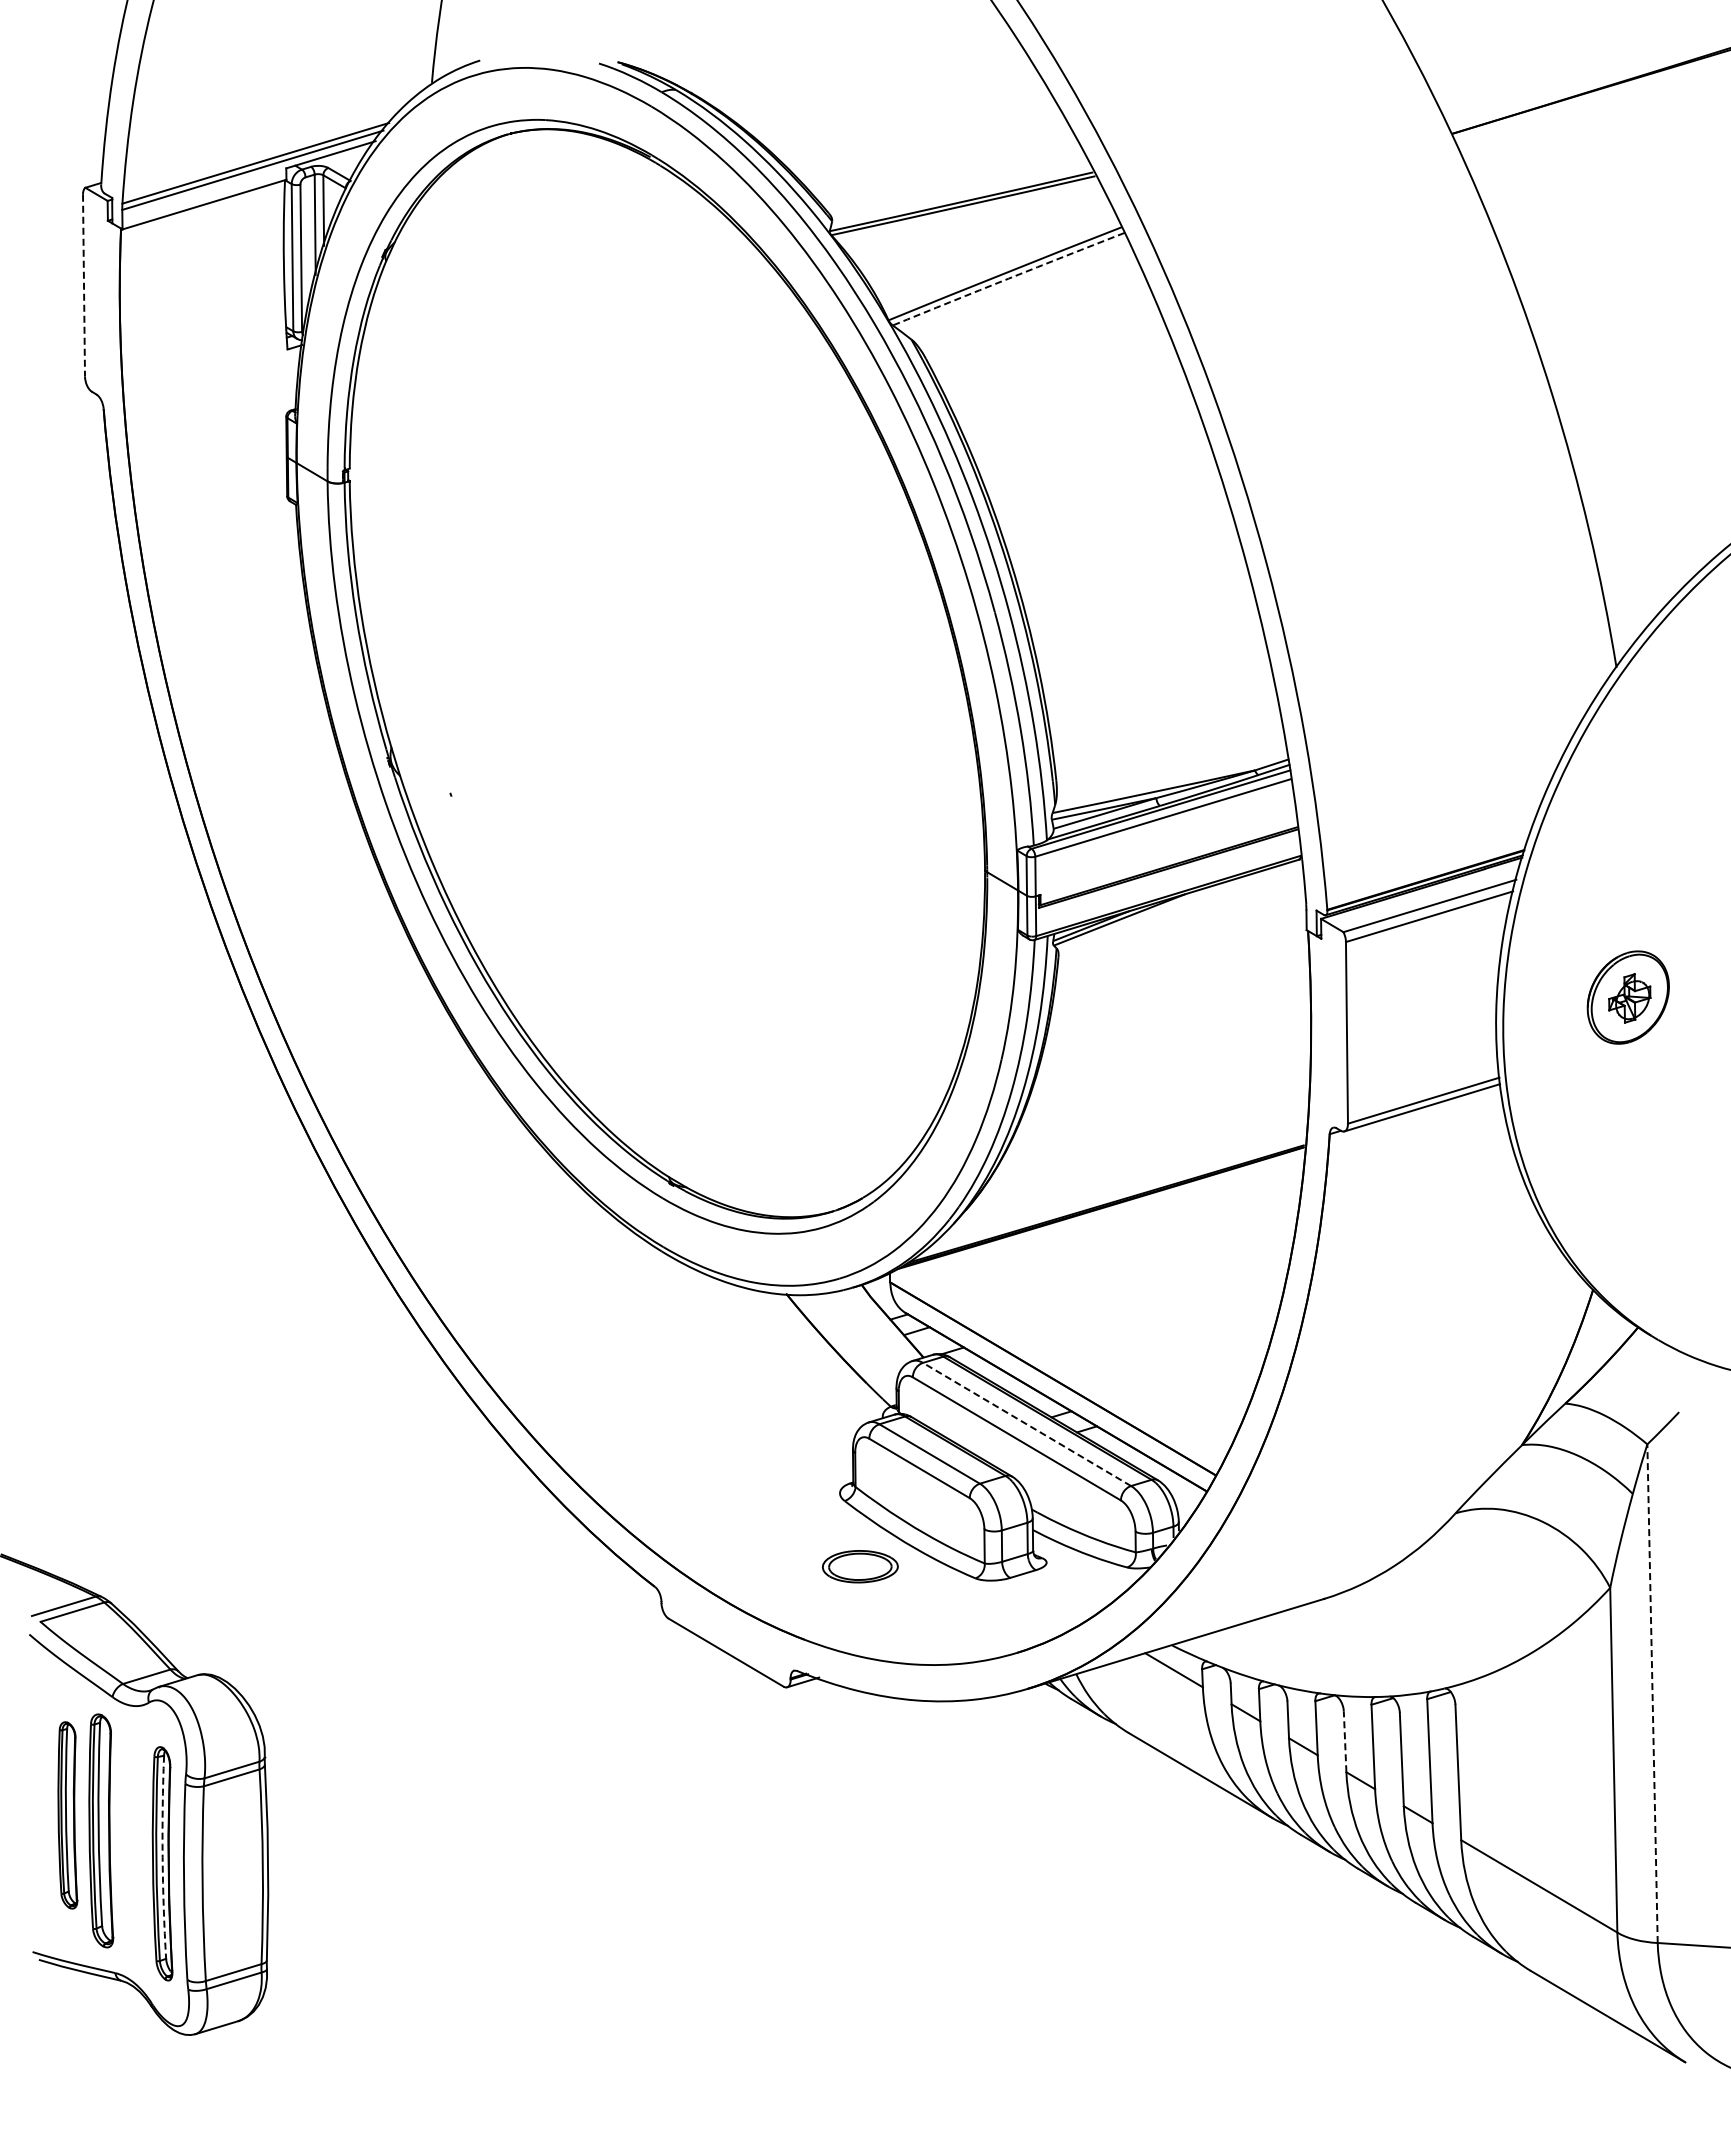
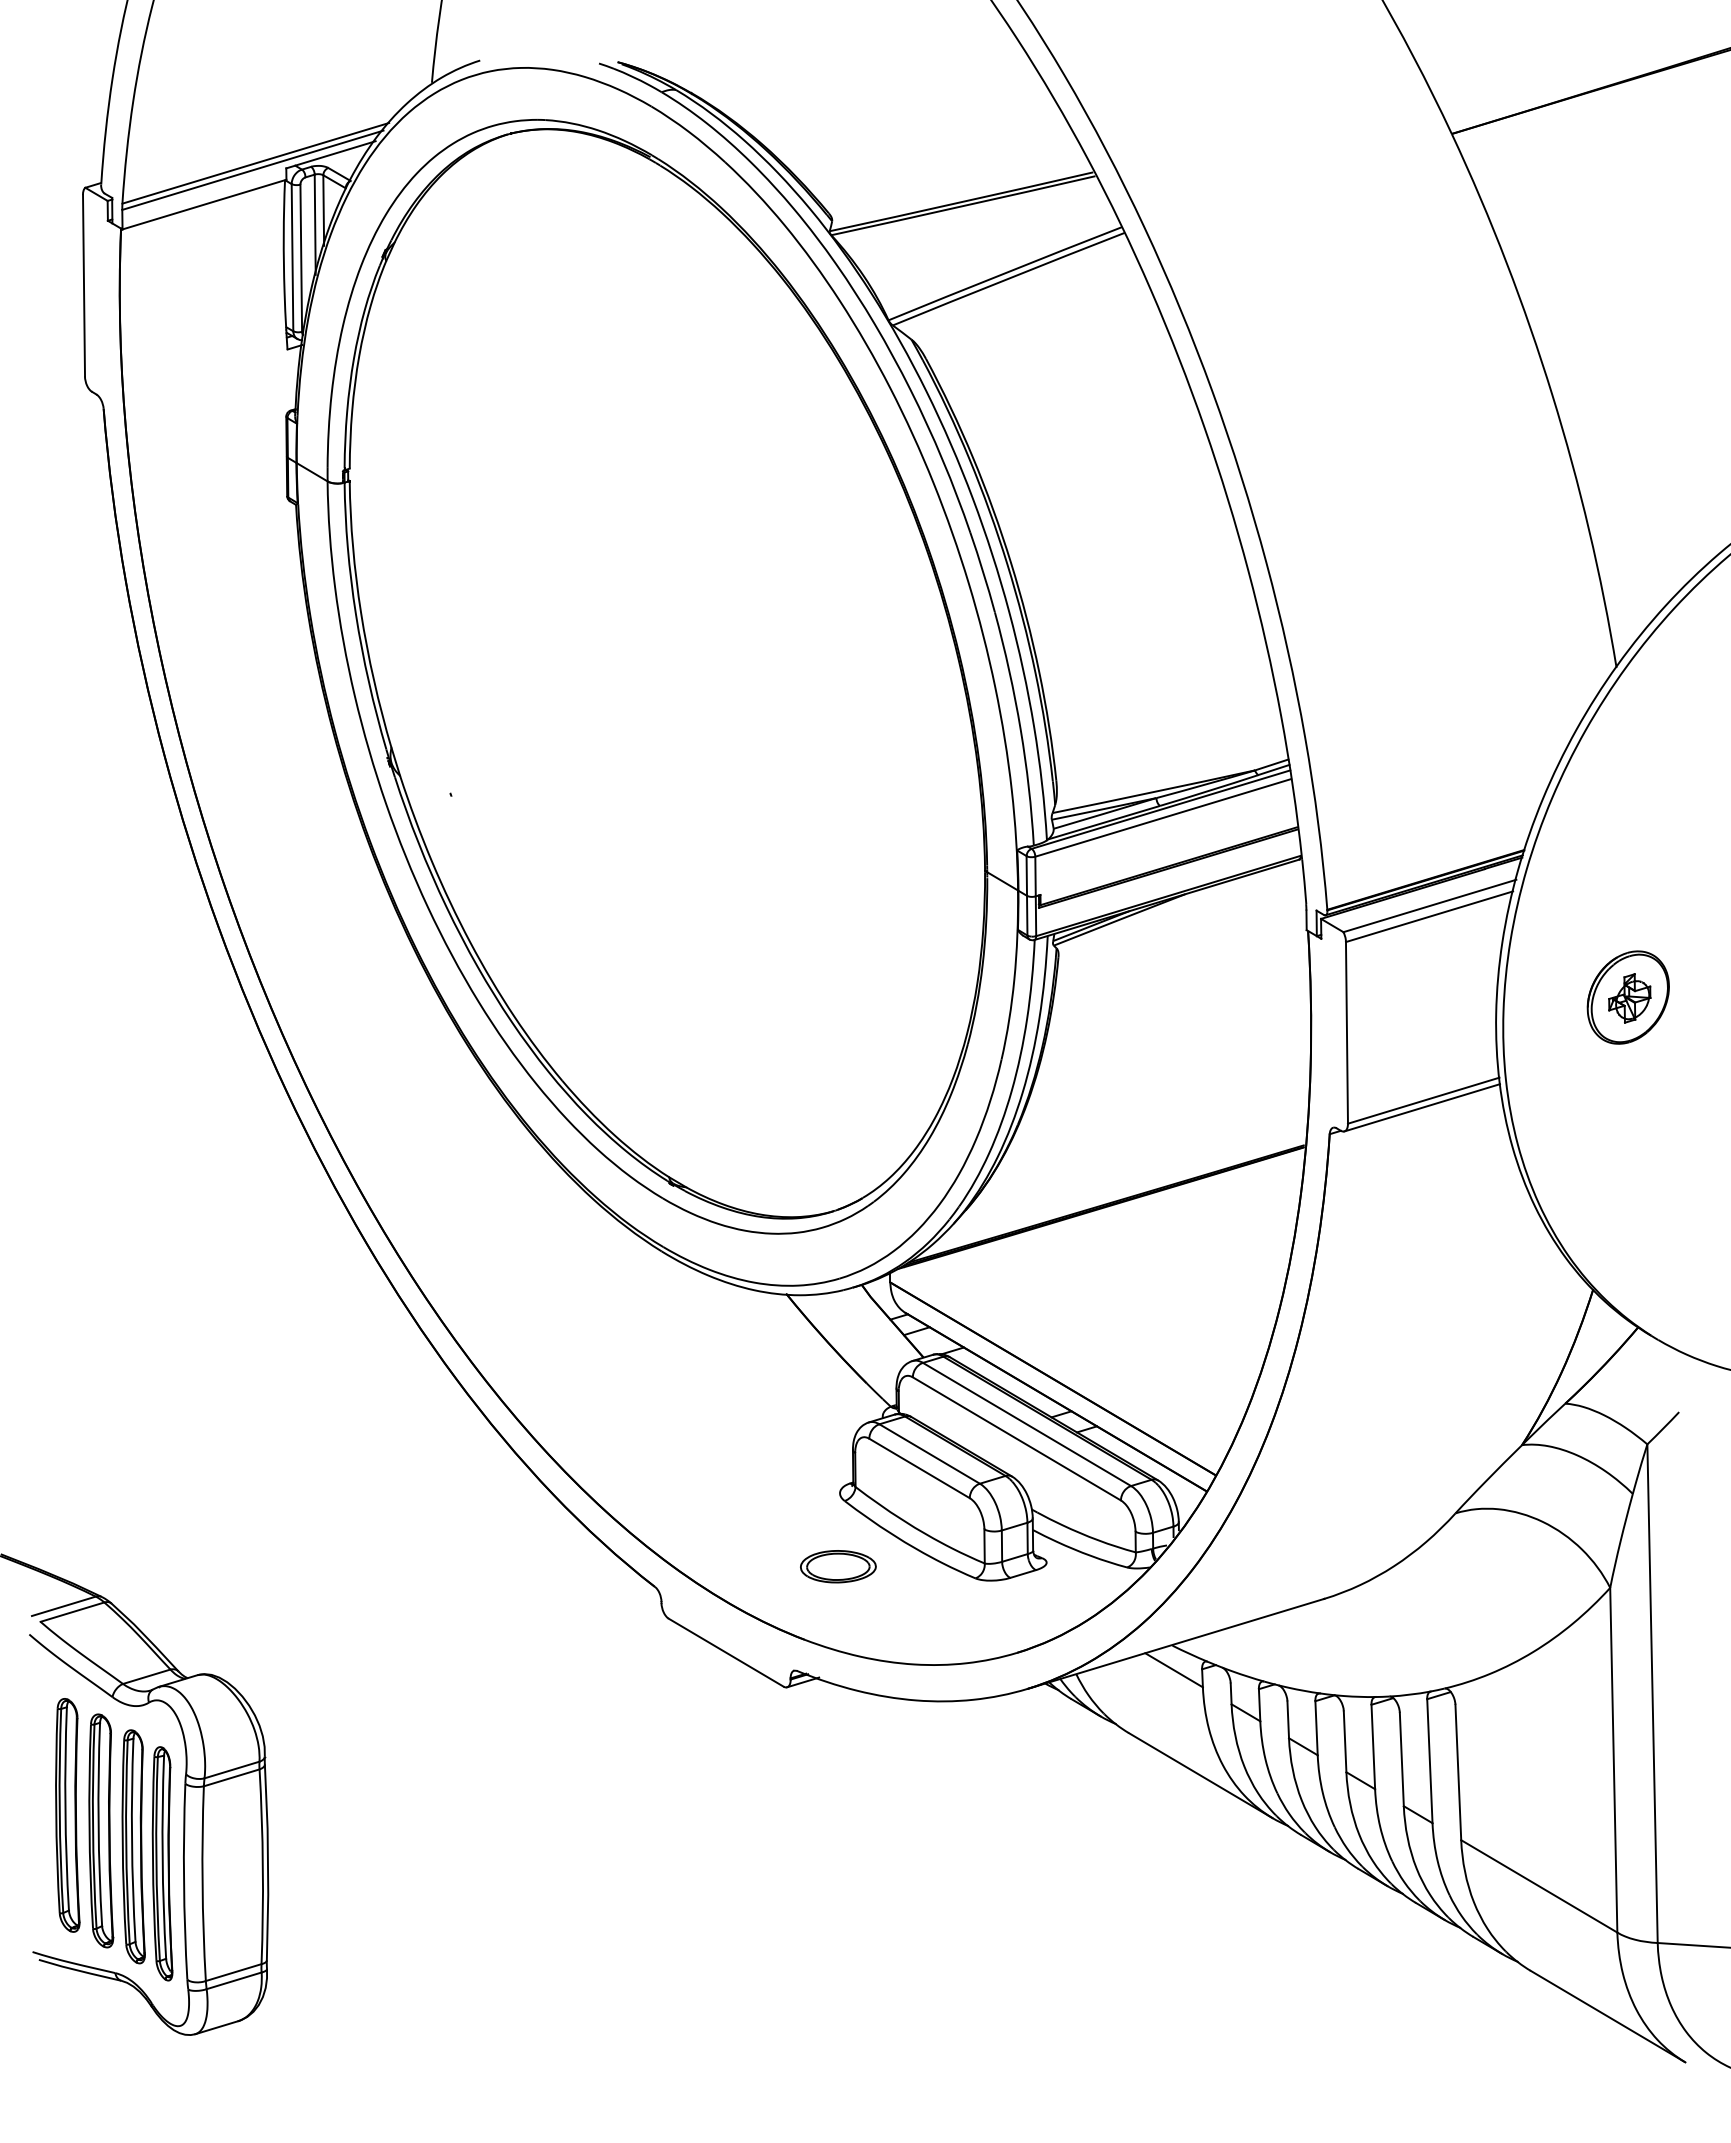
arc at (1008, 278): dashed -> solid
line at (84, 285): dashed -> solid
line at (1027, 1424): dashed -> solid
part at (860, 1566) position: (860, 1566) -> (838, 1566)
line at (1652, 1693): dashed -> solid
line at (1345, 1741): dashed -> solid
part at (67, 1815) size: 22x189 px -> 26x235 px
part at (133, 1846): none -> present
arc at (162, 1857): dashed -> solid
